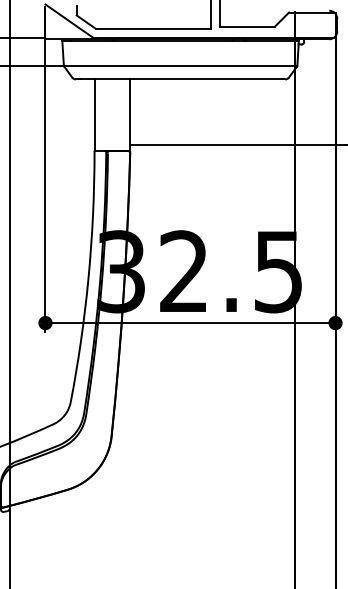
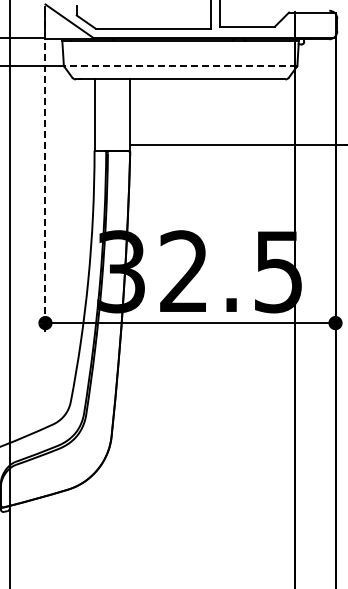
line at (180, 66): solid -> dashed
line at (45, 171): solid -> dashed
